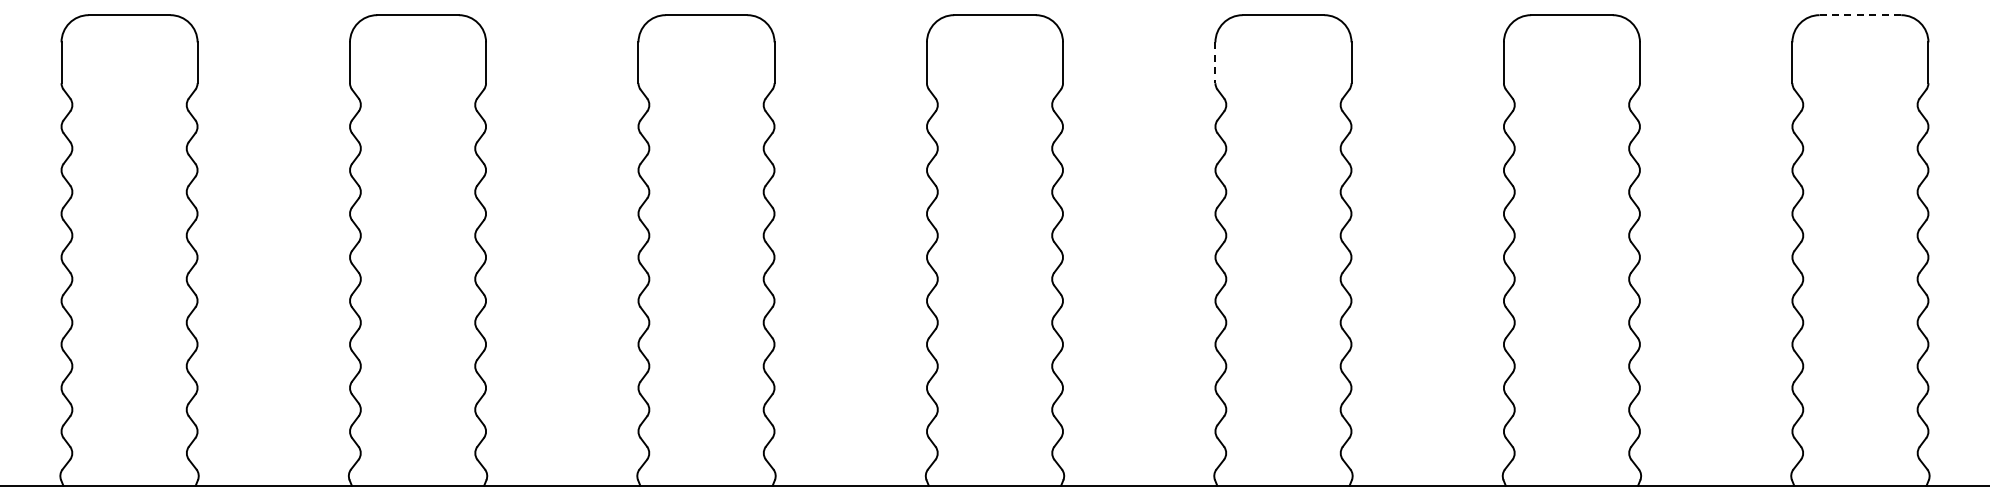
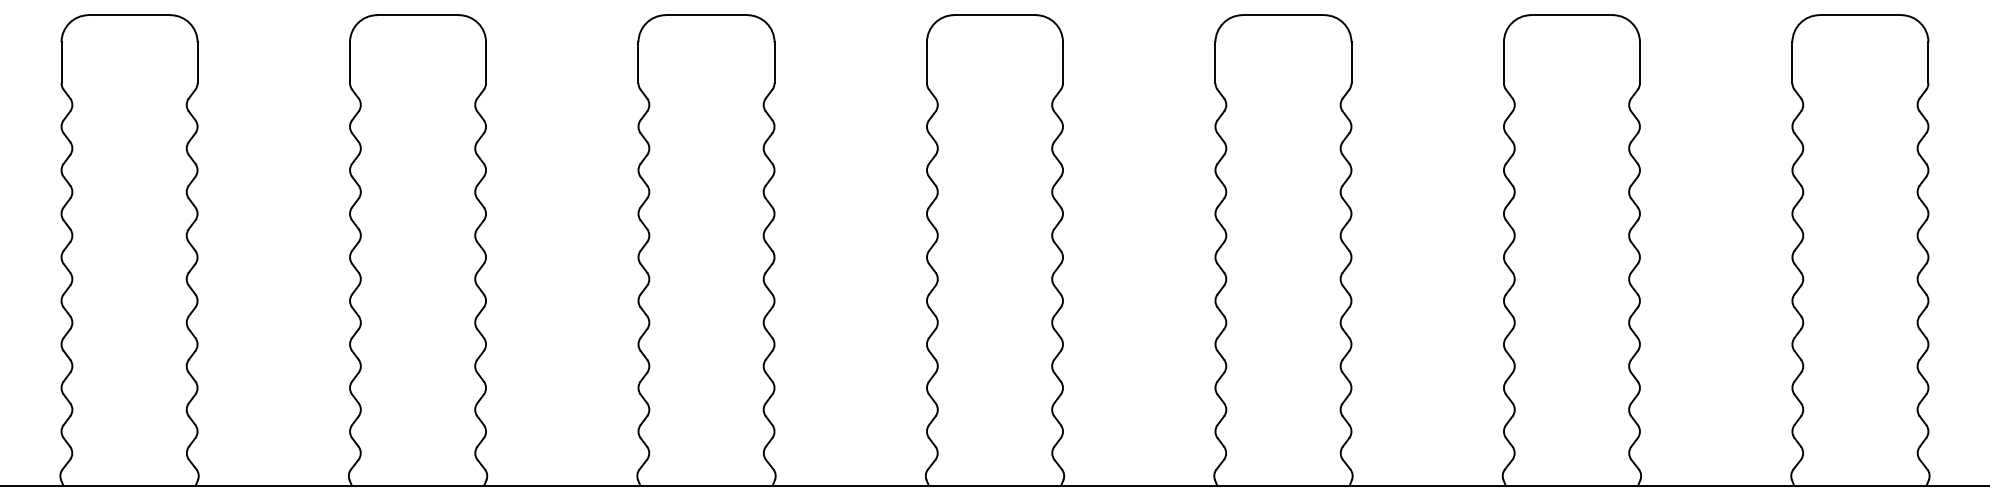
line at (1860, 15): dashed -> solid
line at (1215, 63): dashed -> solid
